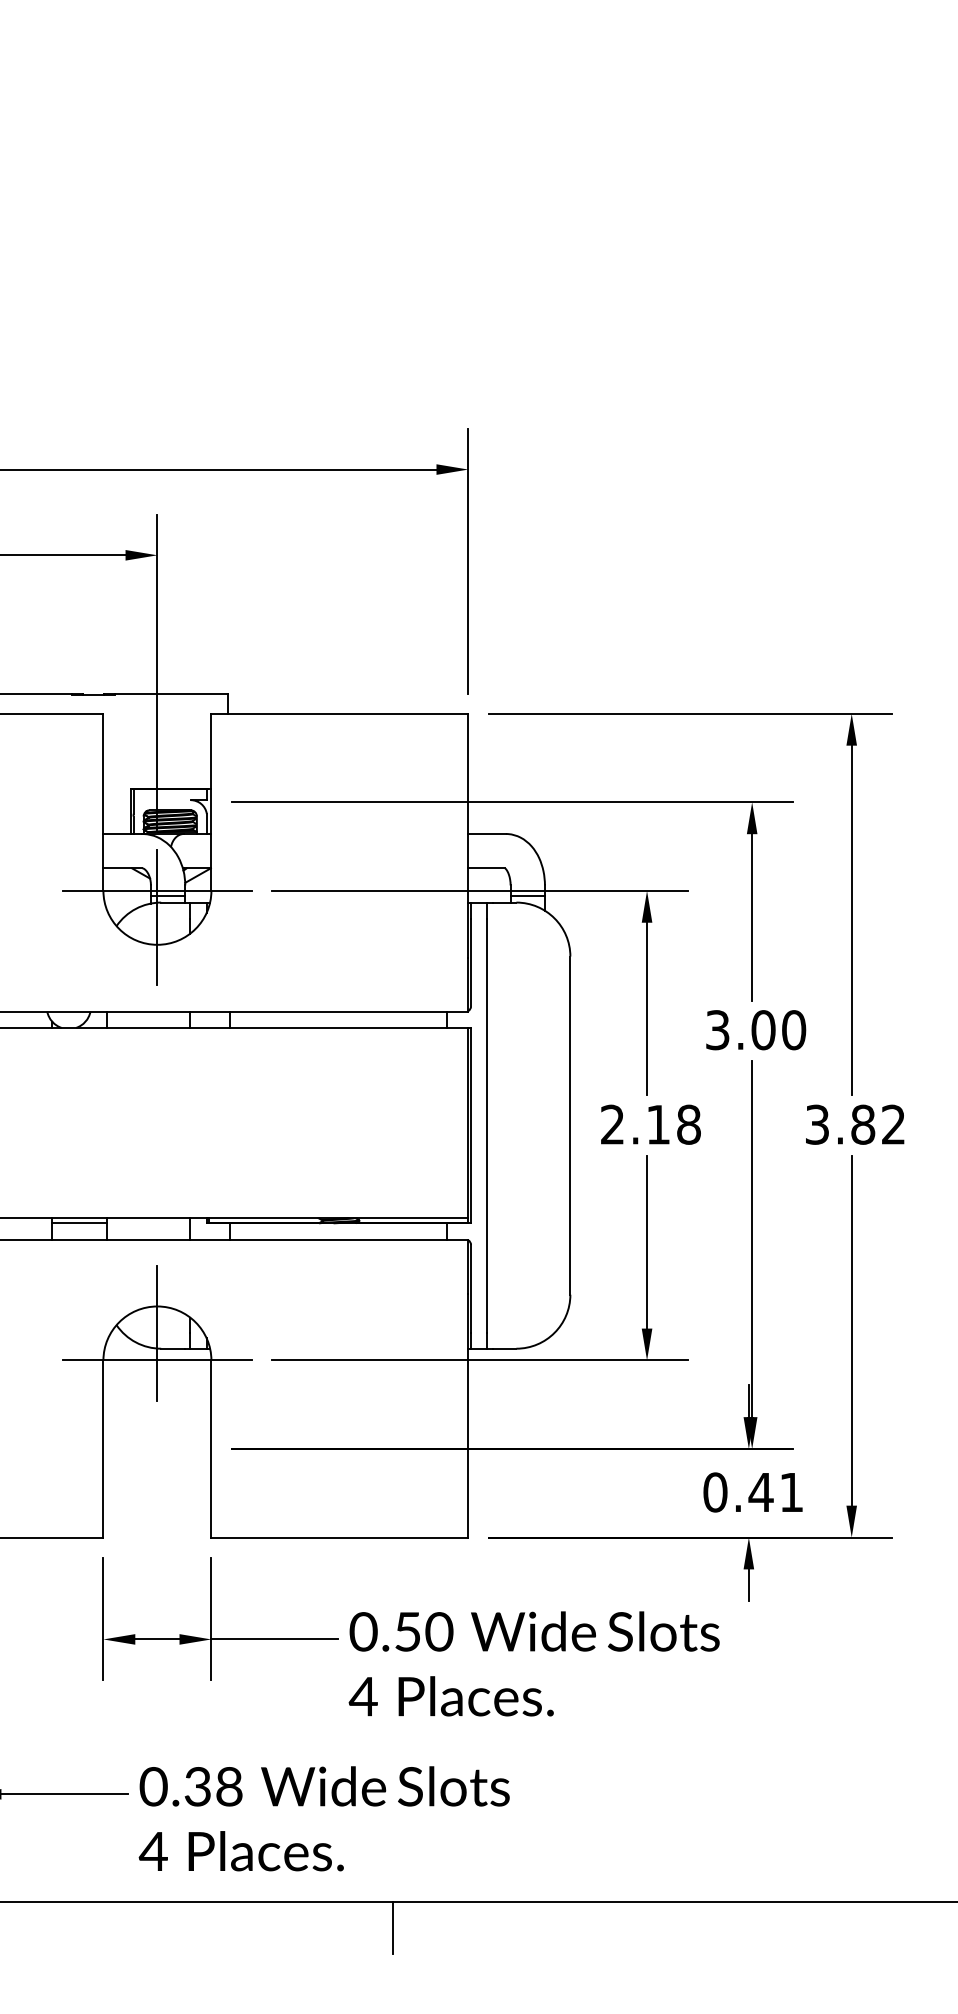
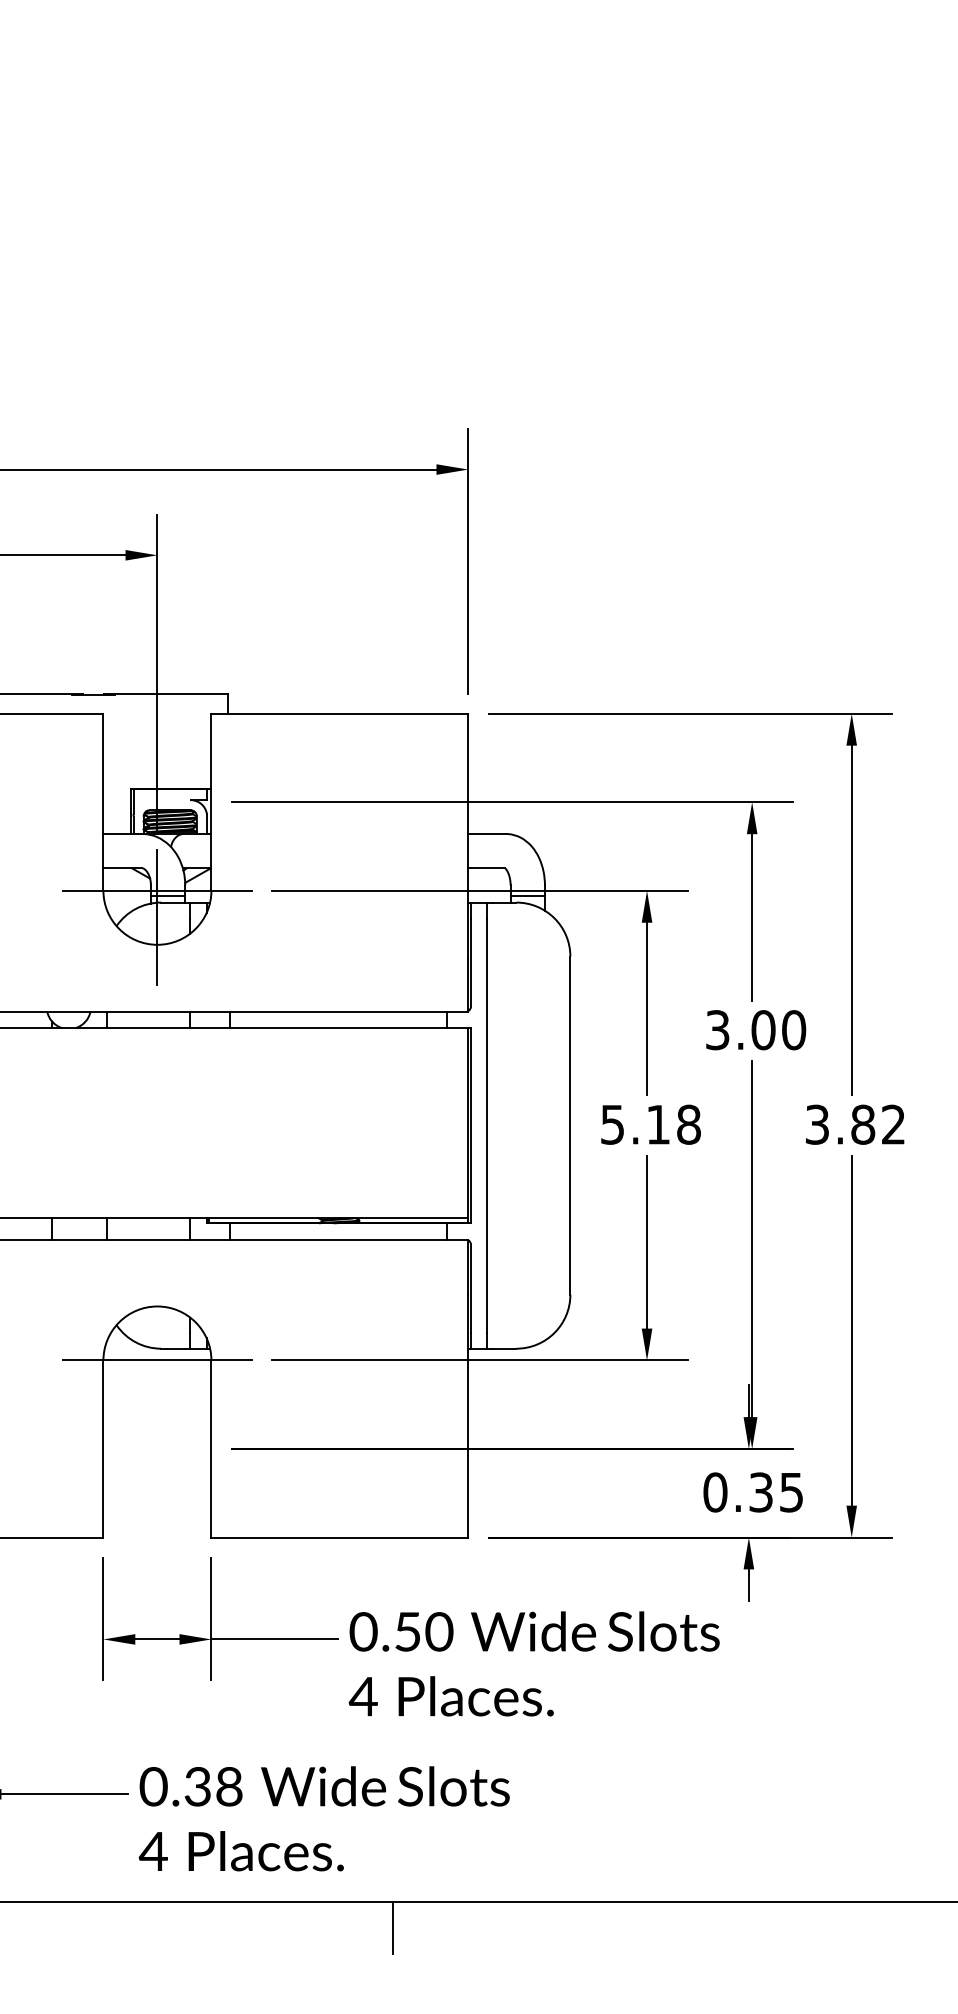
text at (612, 1124): 2.18 -> 5.18
line at (79, 1223): present -> none
line at (157, 1333): present -> none
text at (775, 1492): 0.41 -> 0.35
